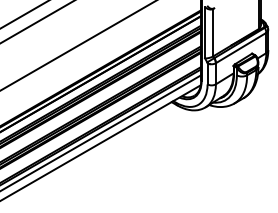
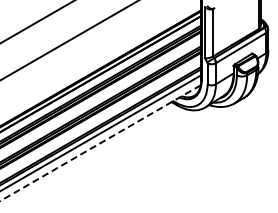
line at (23, 14): present -> none
line at (77, 45) position: (77, 45) -> (68, 40)
line at (100, 143): solid -> dashed
